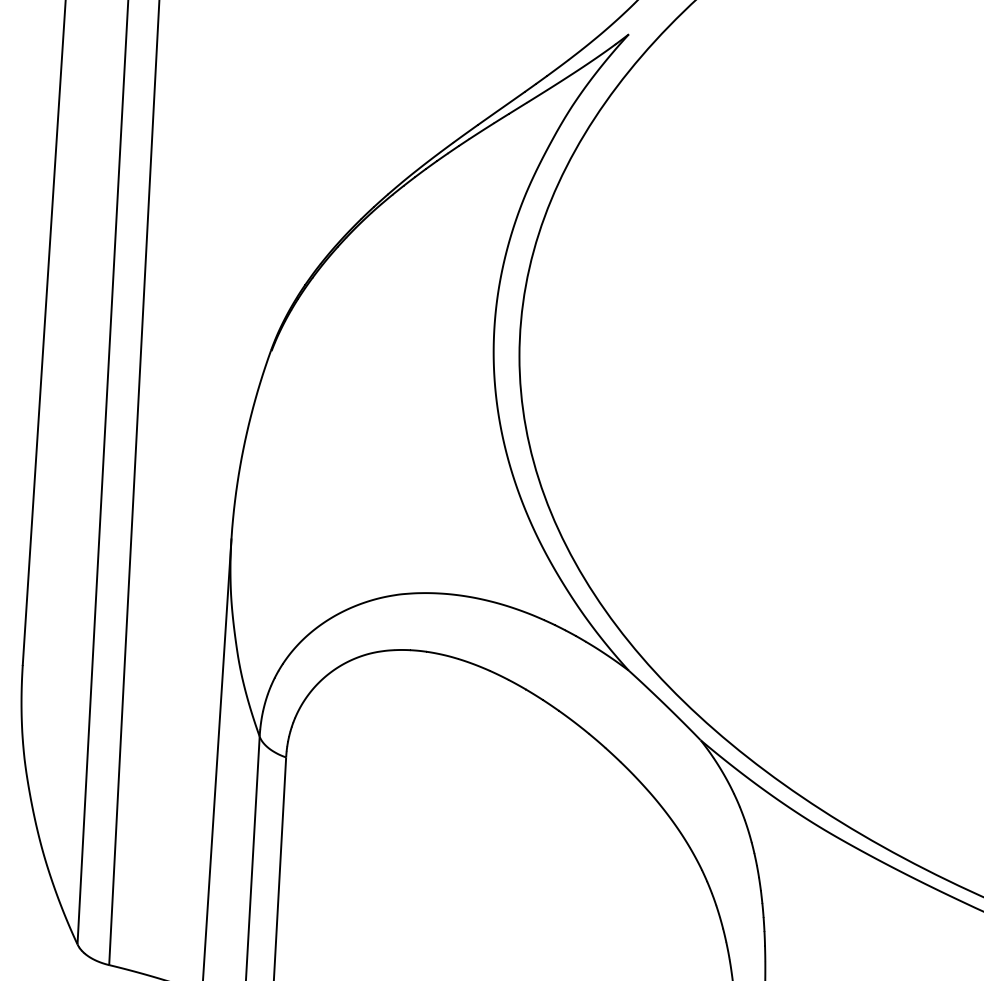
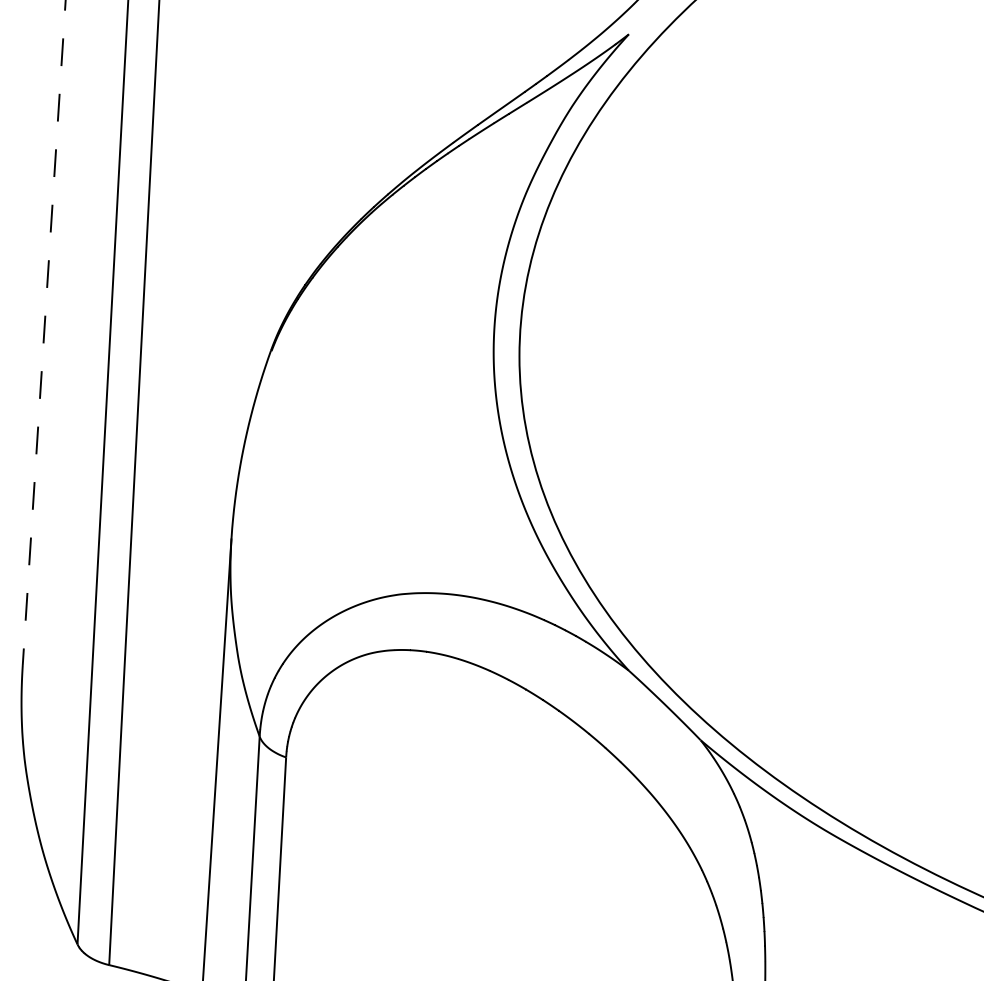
line at (44, 332): solid -> dashed
